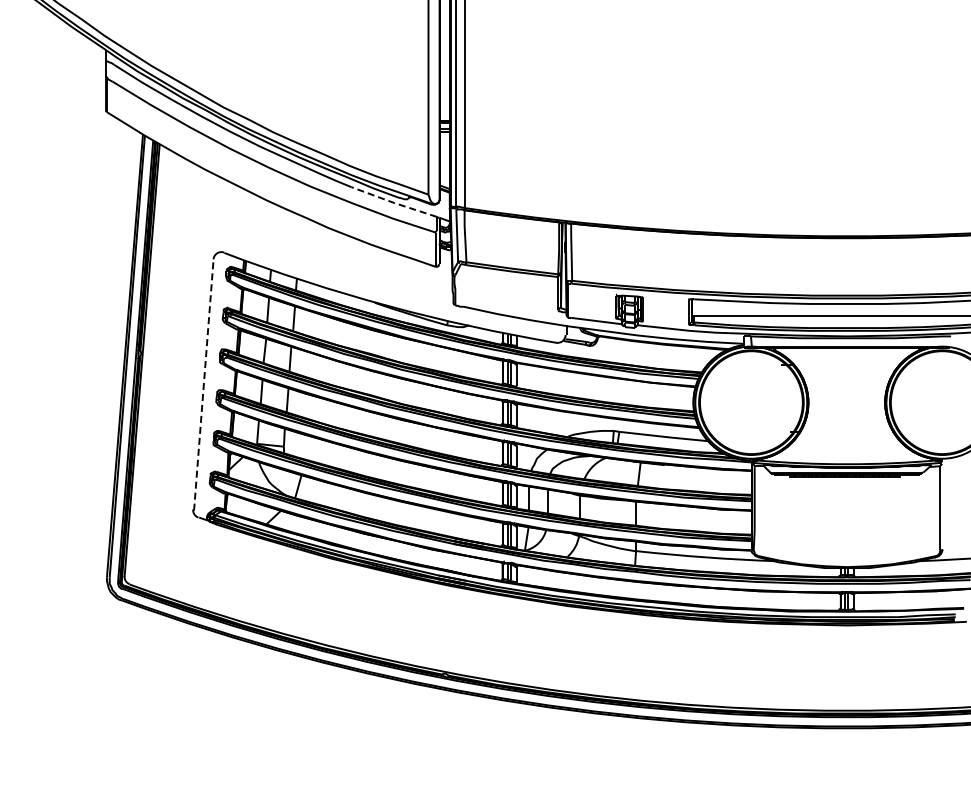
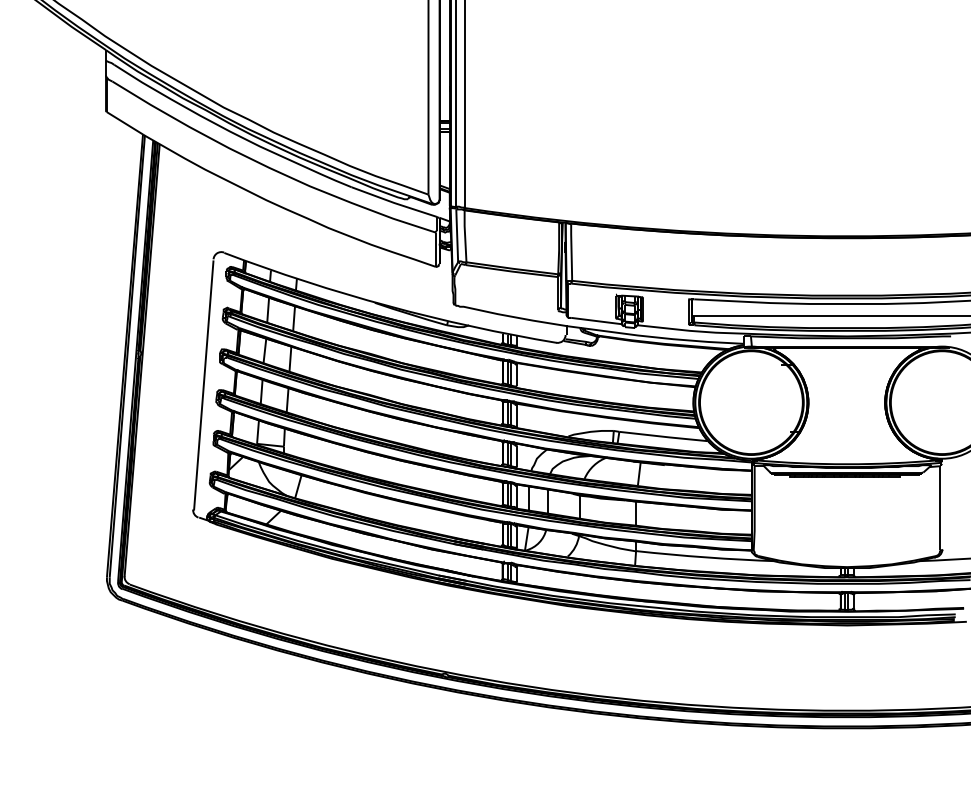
line at (394, 202): dashed -> solid
line at (203, 385): dashed -> solid
